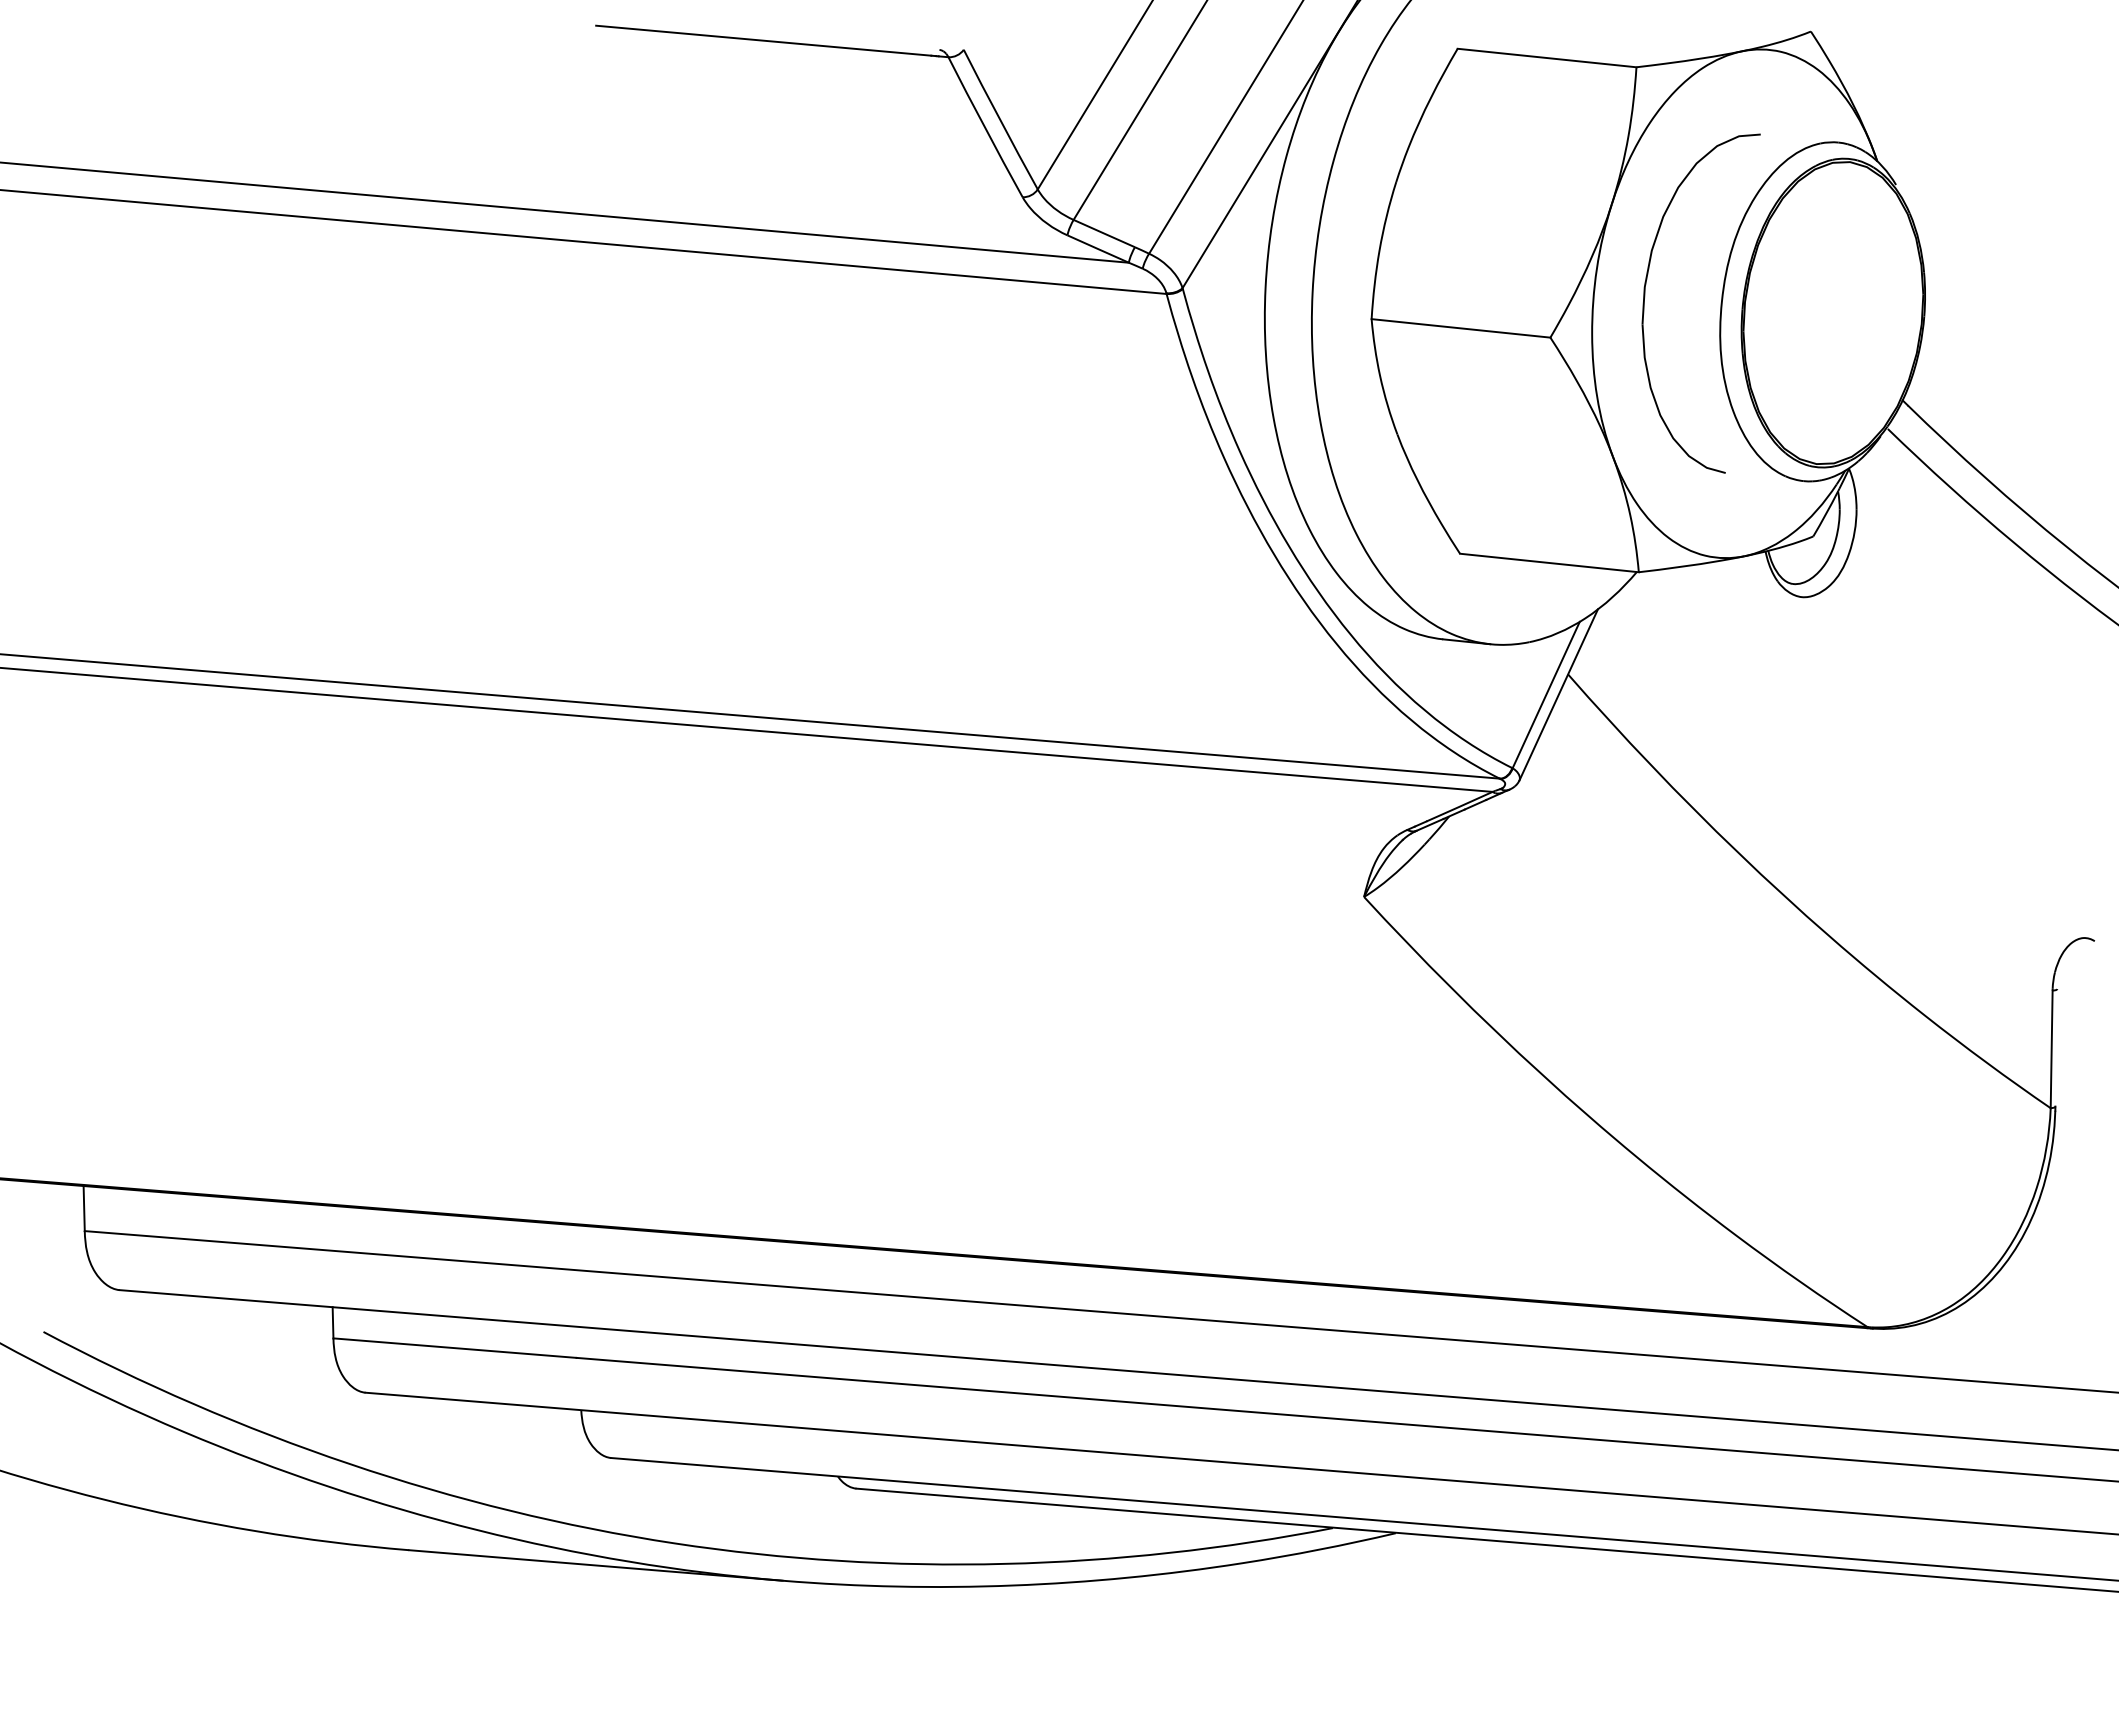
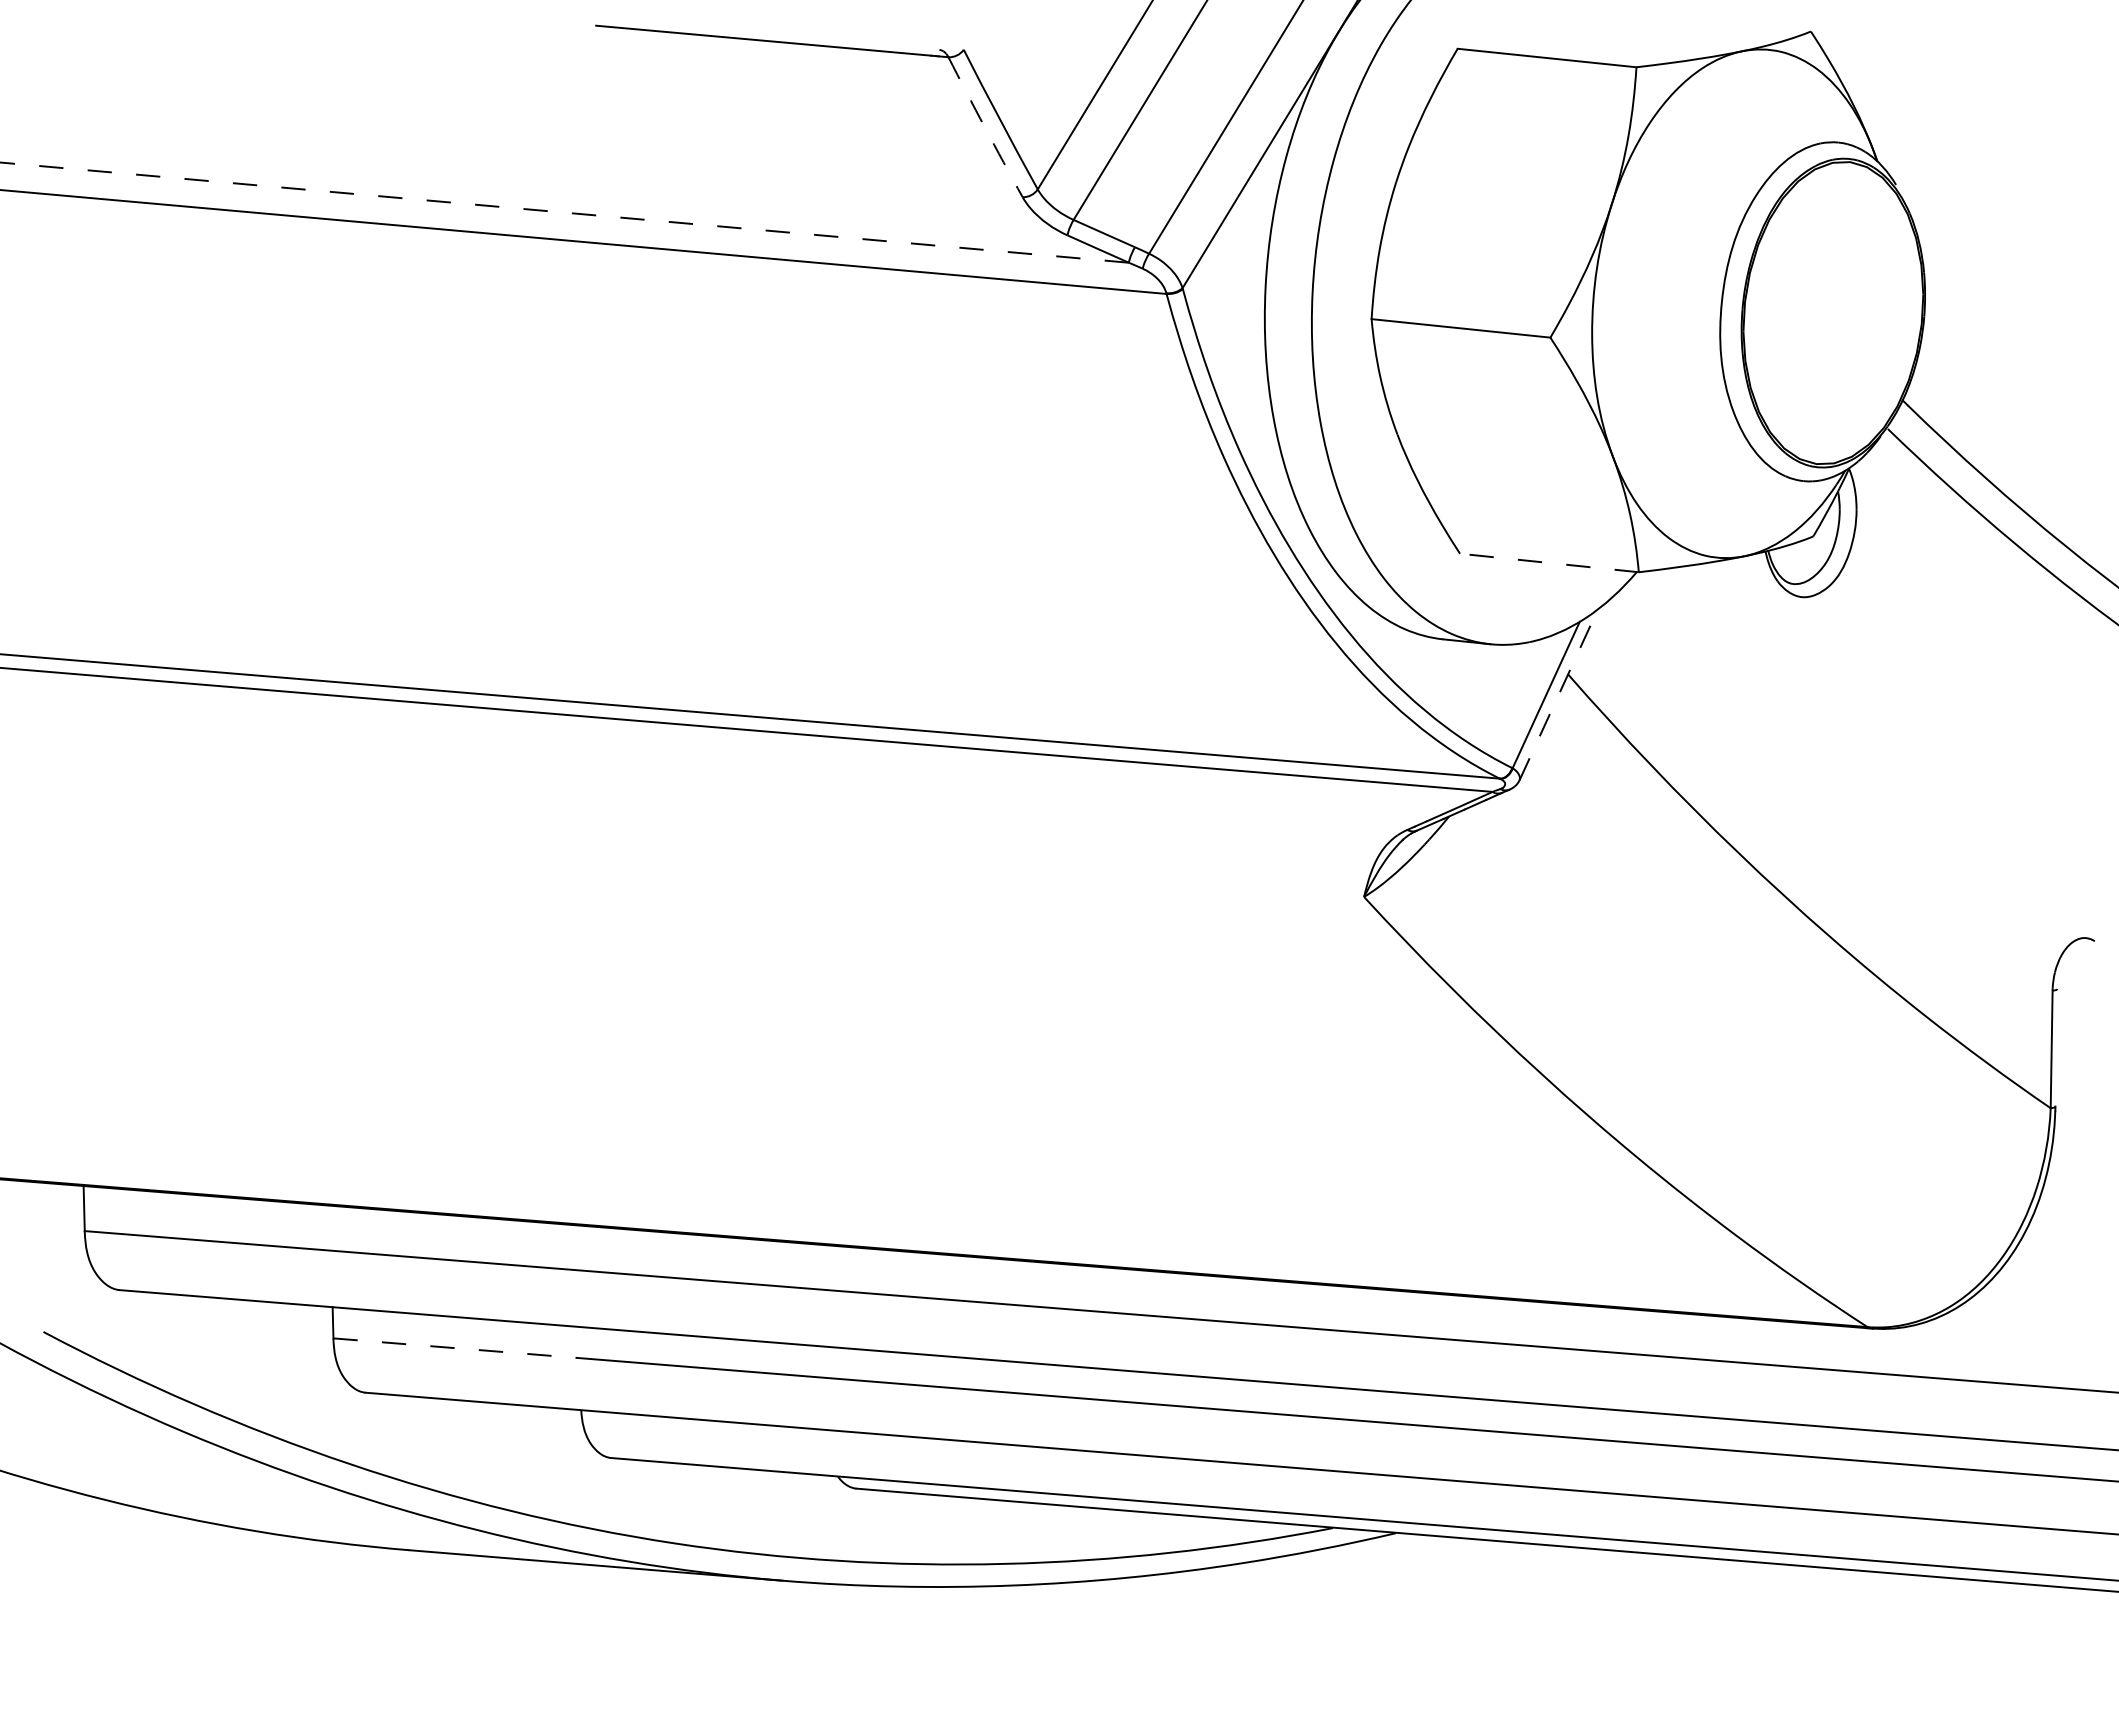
arc at (984, 127): solid -> dashed
line at (564, 212): solid -> dashed
part at (1645, 297): present -> none
line at (1549, 563): solid -> dashed
line at (1558, 694): solid -> dashed
line at (455, 1348): solid -> dashed
